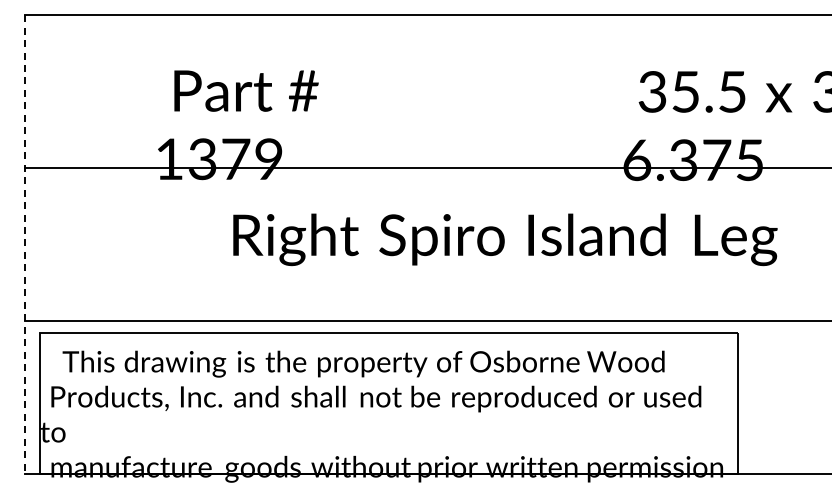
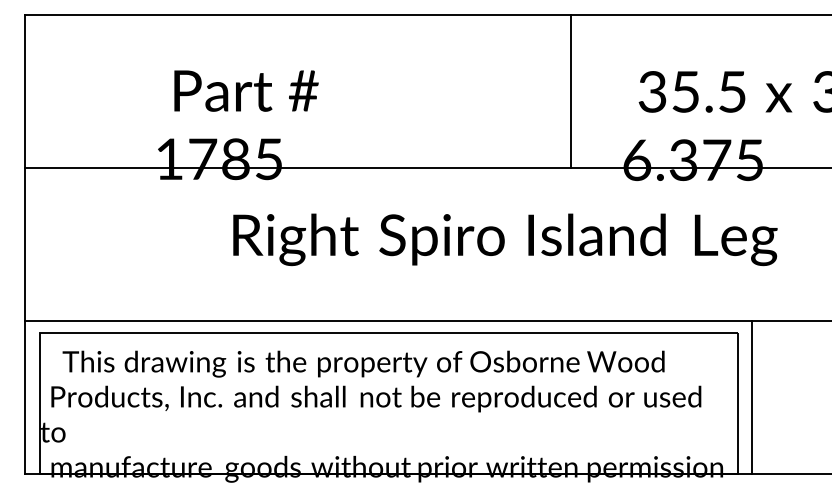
line at (571, 91): none -> present
text at (235, 159): 1379 -> 1785
line at (24, 244): dashed -> solid
line at (752, 396): none -> present
